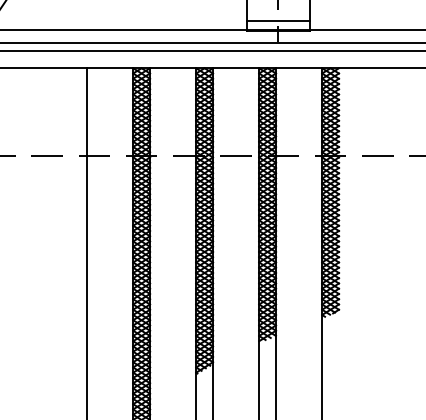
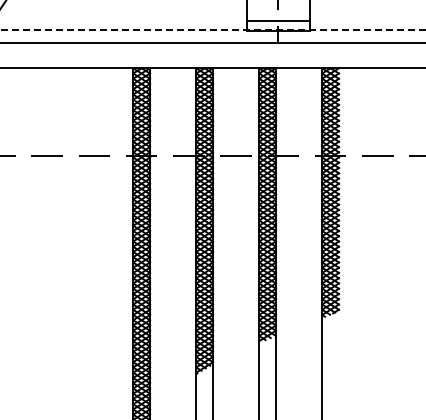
line at (213, 30): solid -> dashed
line at (212, 51): present -> none
line at (87, 242): present -> none
